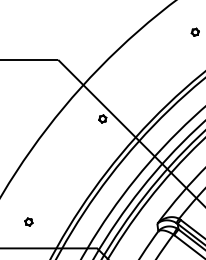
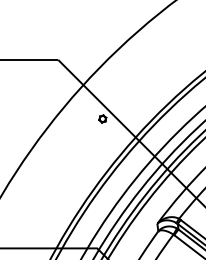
part at (194, 31): present -> none
part at (28, 221): present -> none
